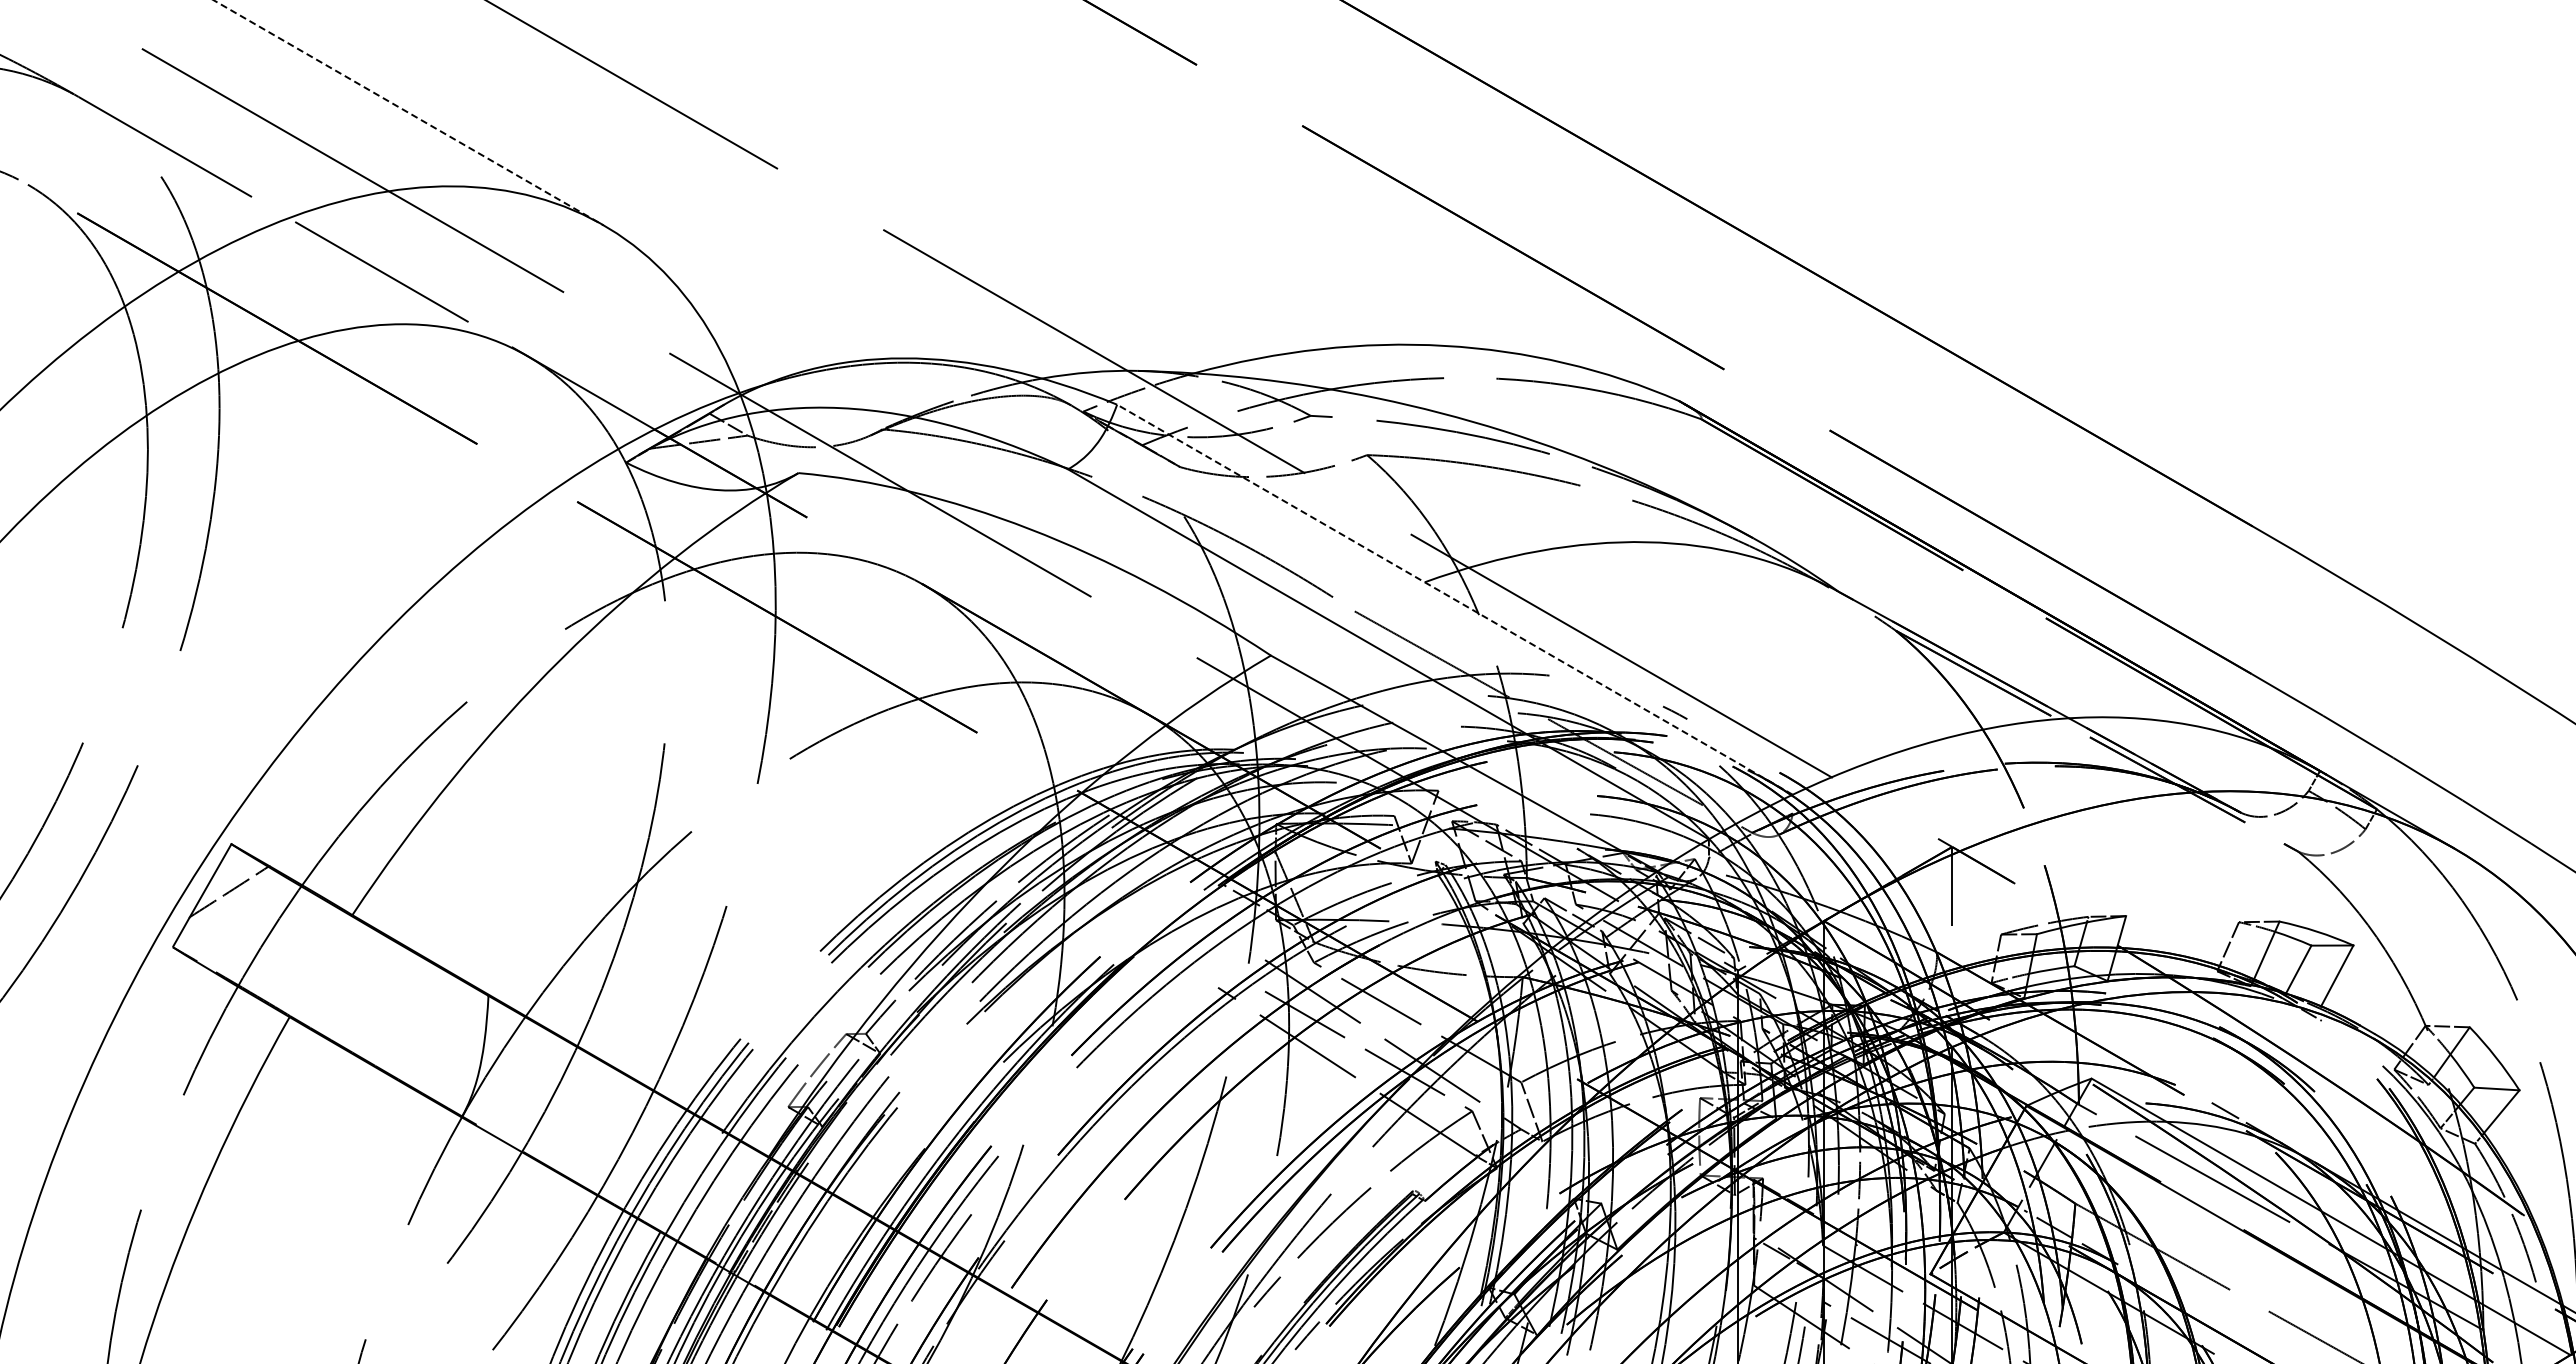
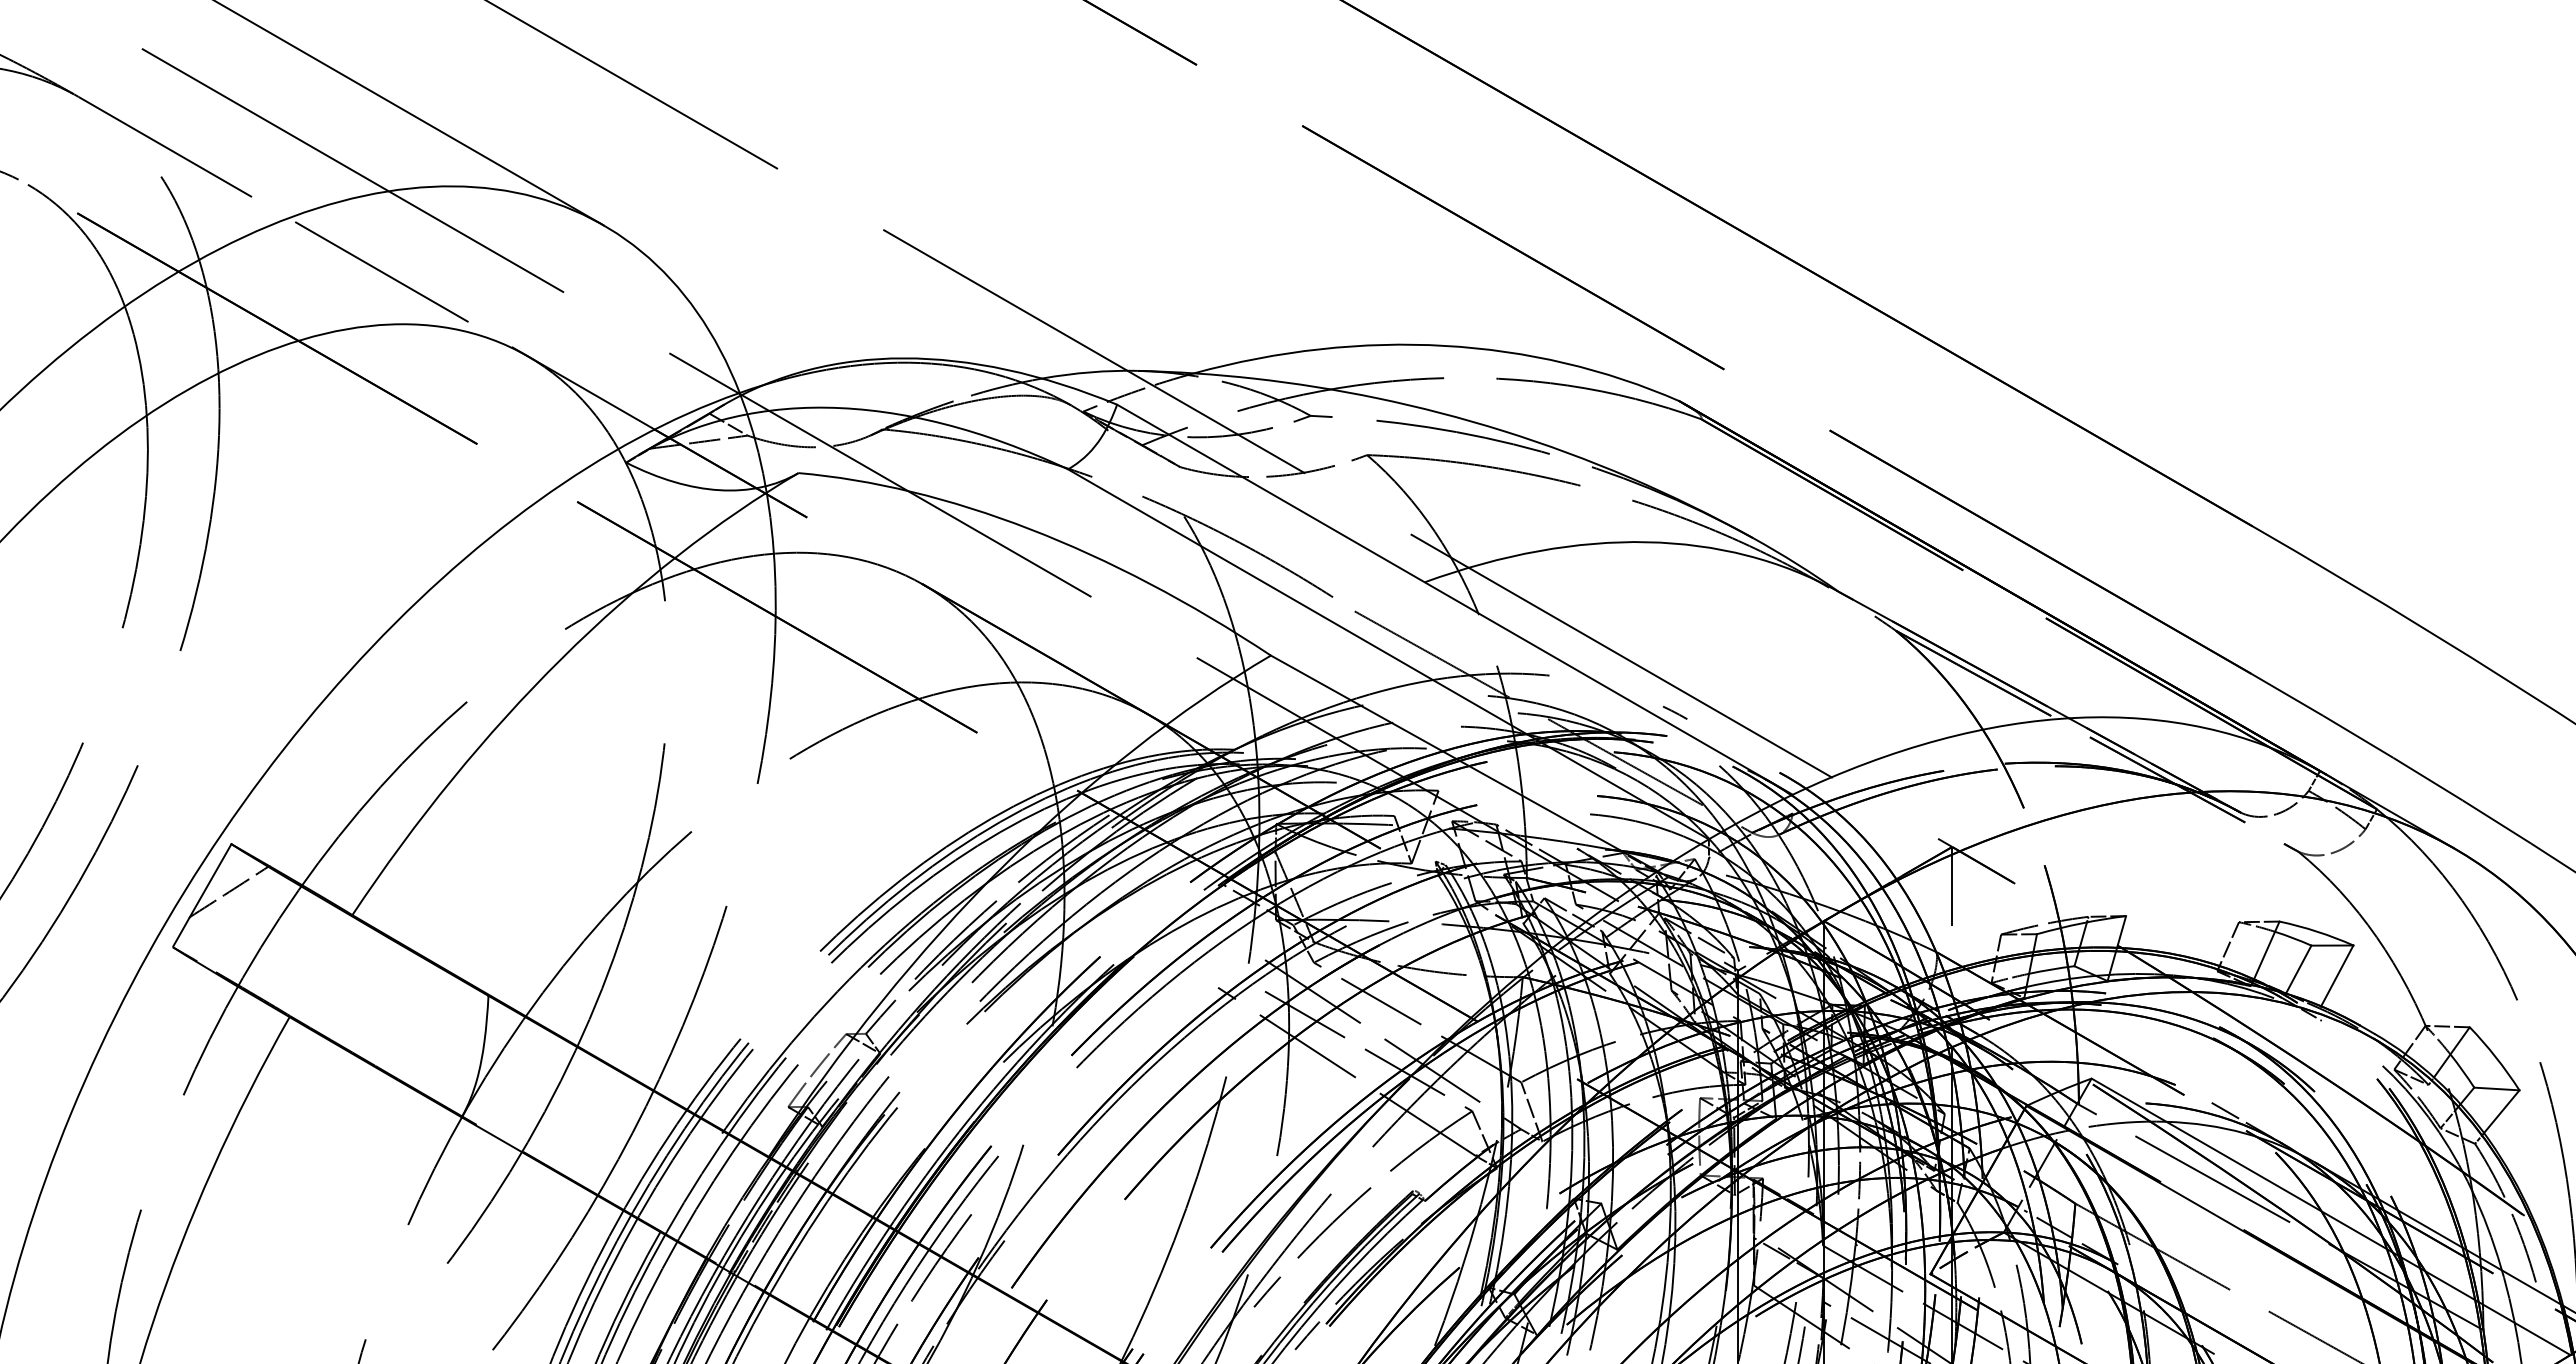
line at (408, 112): dashed -> solid
line at (1454, 599): dashed -> solid
